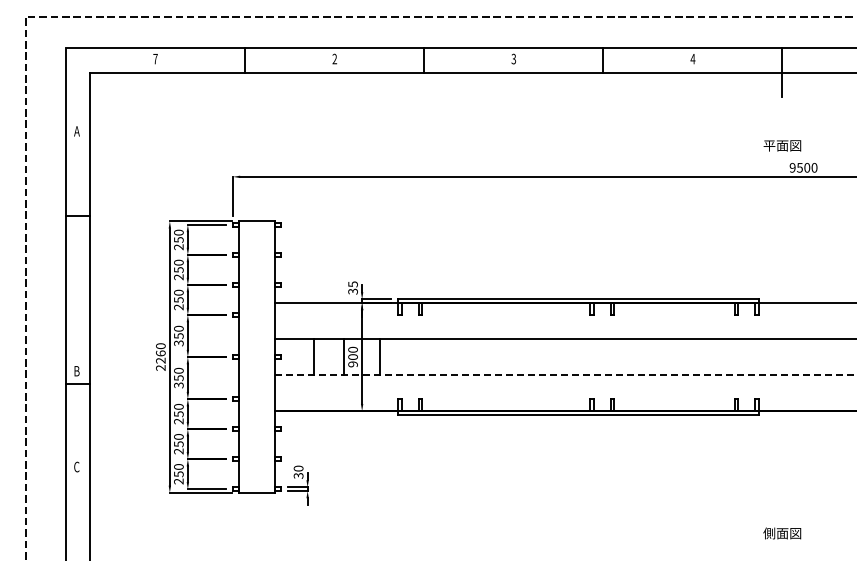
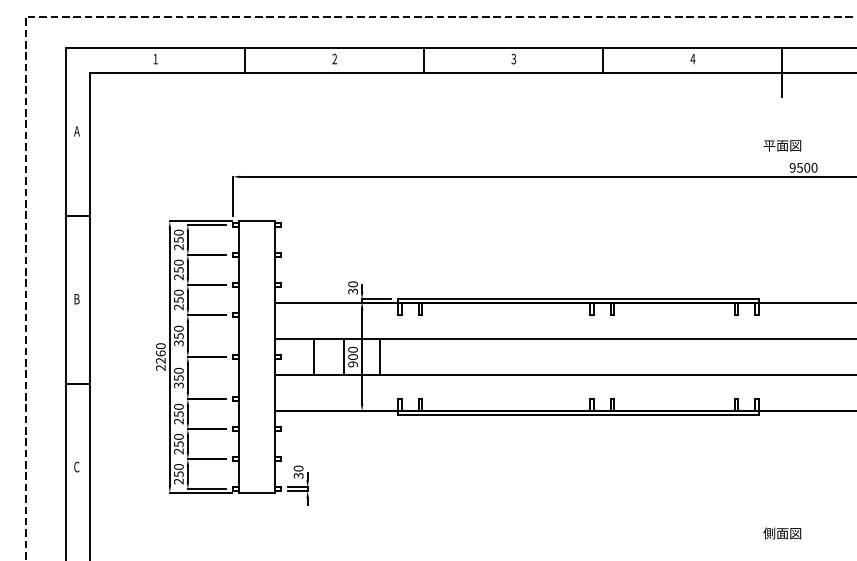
text at (155, 59): 7 -> 1
text at (352, 284): 35 -> 30
text at (76, 371) position: (76, 371) -> (76, 299)
line at (565, 375): dashed -> solid
